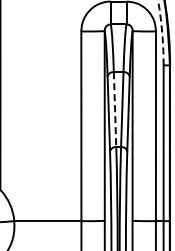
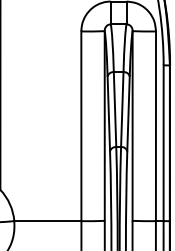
arc at (162, 33): dashed -> solid
line at (115, 110): dashed -> solid
